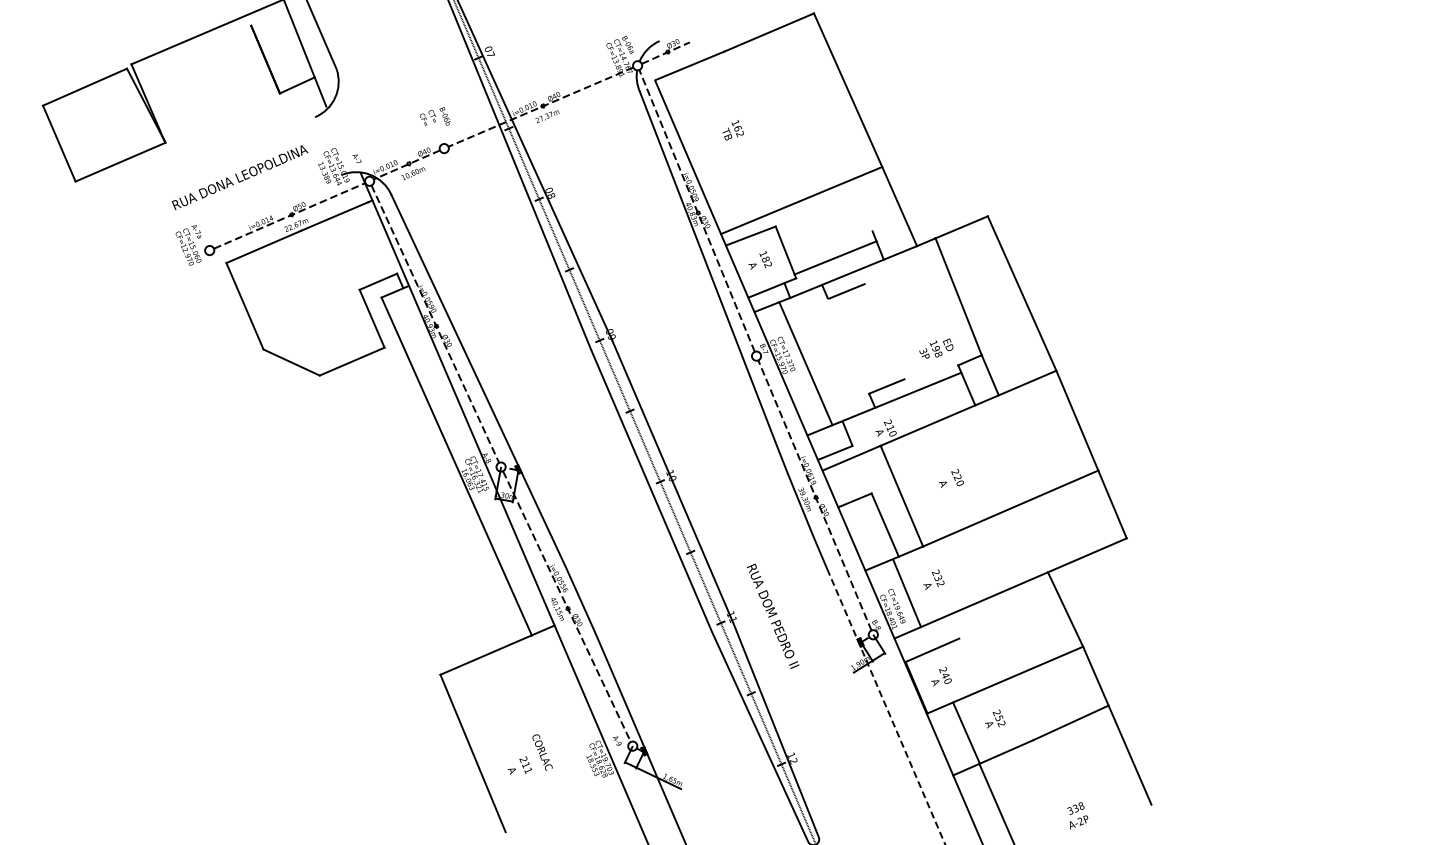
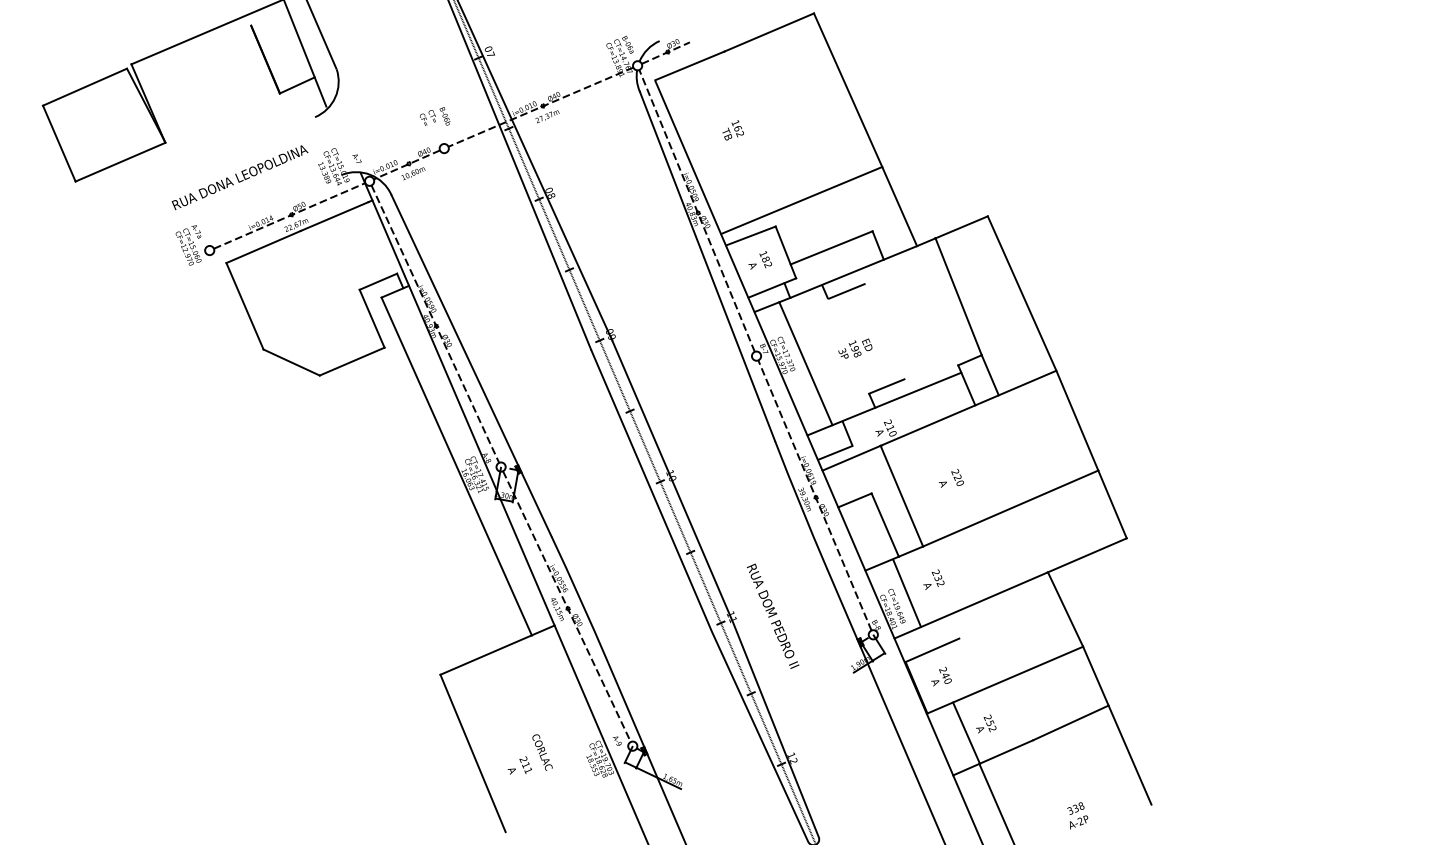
line at (835, 257) position: (835, 257) -> (831, 247)
text at (936, 348) position: (936, 348) -> (855, 348)
line at (886, 706): dashed -> solid
text at (995, 718) position: (995, 718) -> (986, 723)
